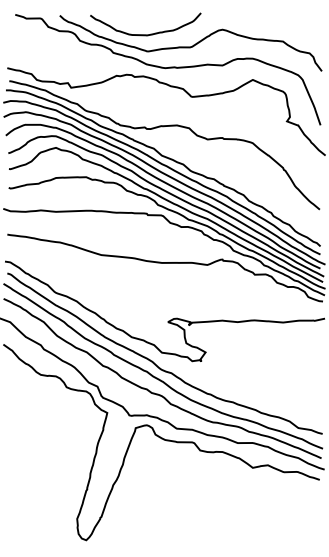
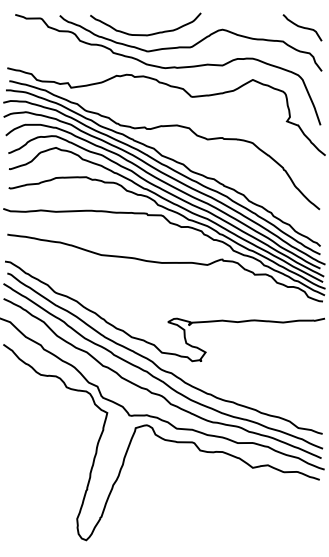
curve at (302, 27): none -> present
